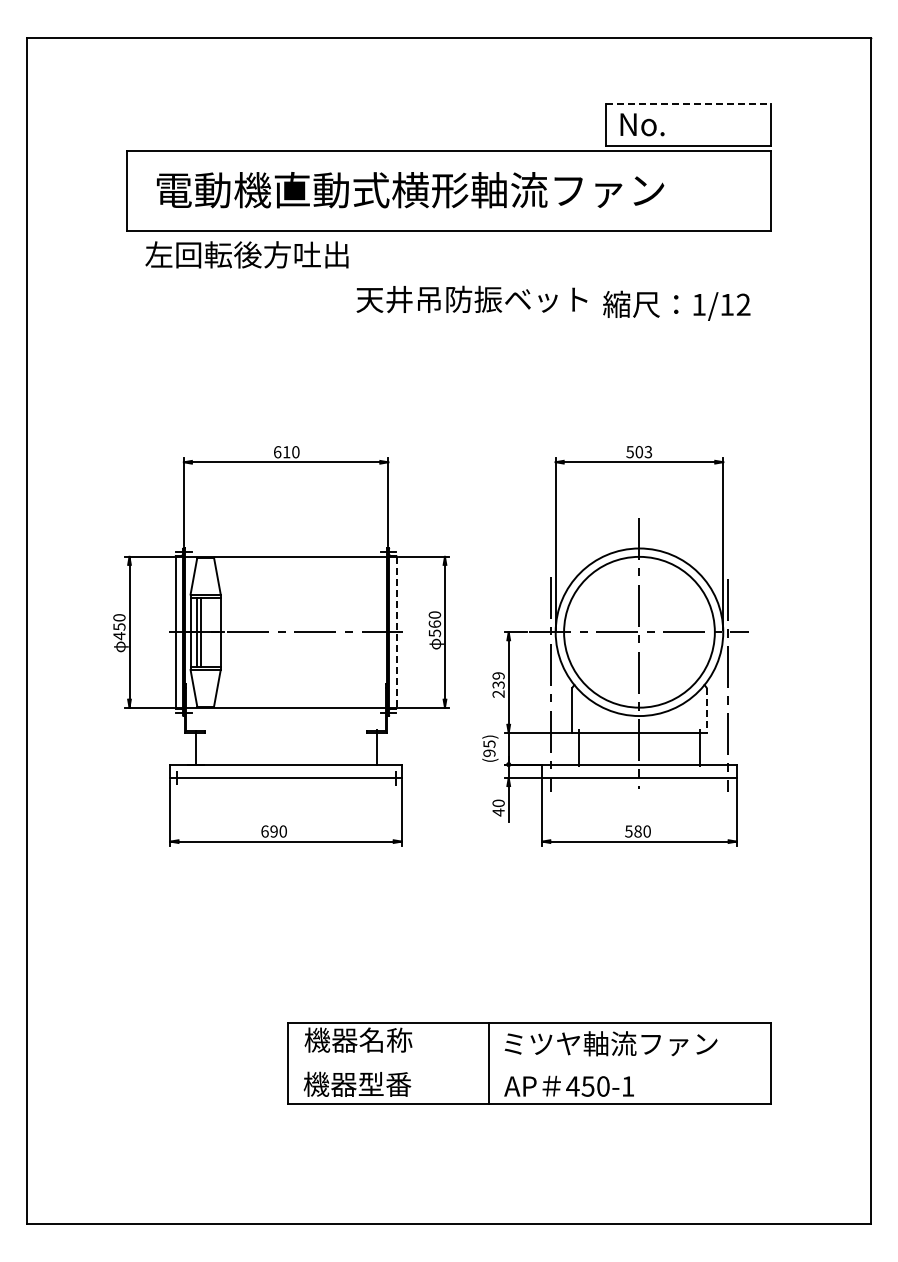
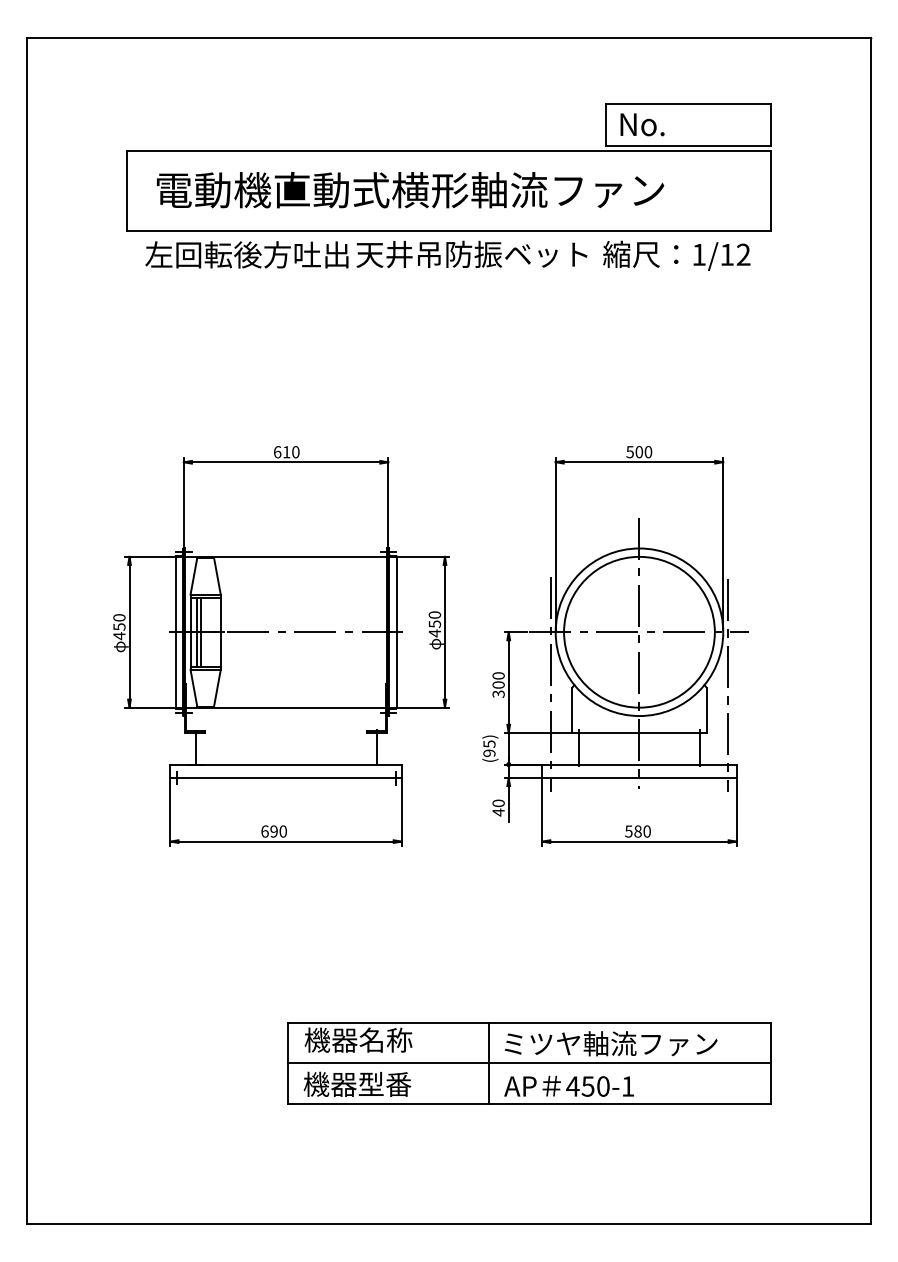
line at (688, 103): dashed -> solid
text at (471, 299) position: (471, 299) -> (471, 254)
text at (676, 305) position: (676, 305) -> (676, 255)
text at (648, 452): 503 -> 500
text at (434, 628): 560 -> 450
line at (396, 632): dashed -> solid
text at (498, 684): 239 -> 300
line at (706, 710): dashed -> solid
line at (529, 1063): none -> present
